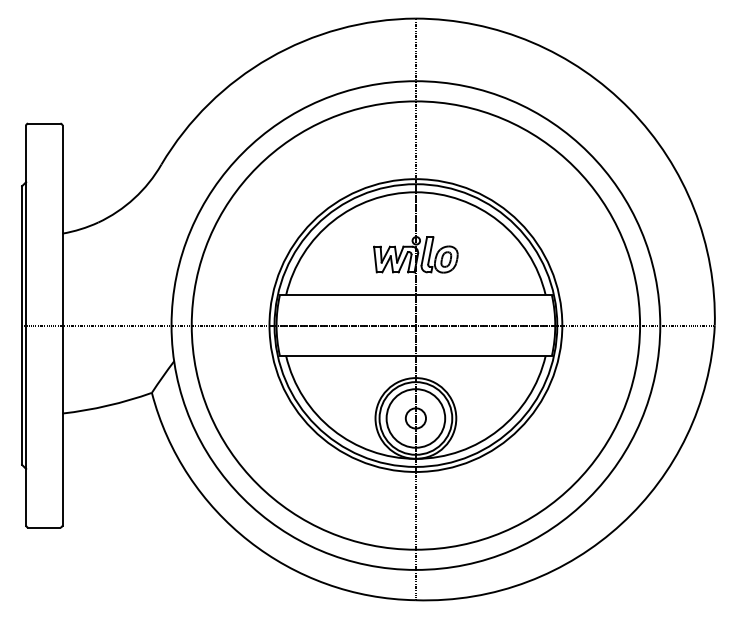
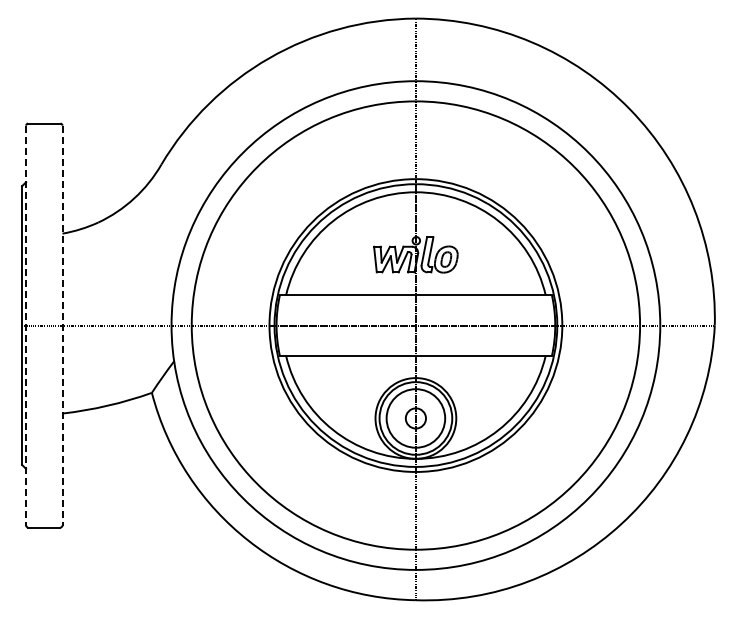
line at (26, 325): solid -> dashed
line at (62, 325): solid -> dashed
